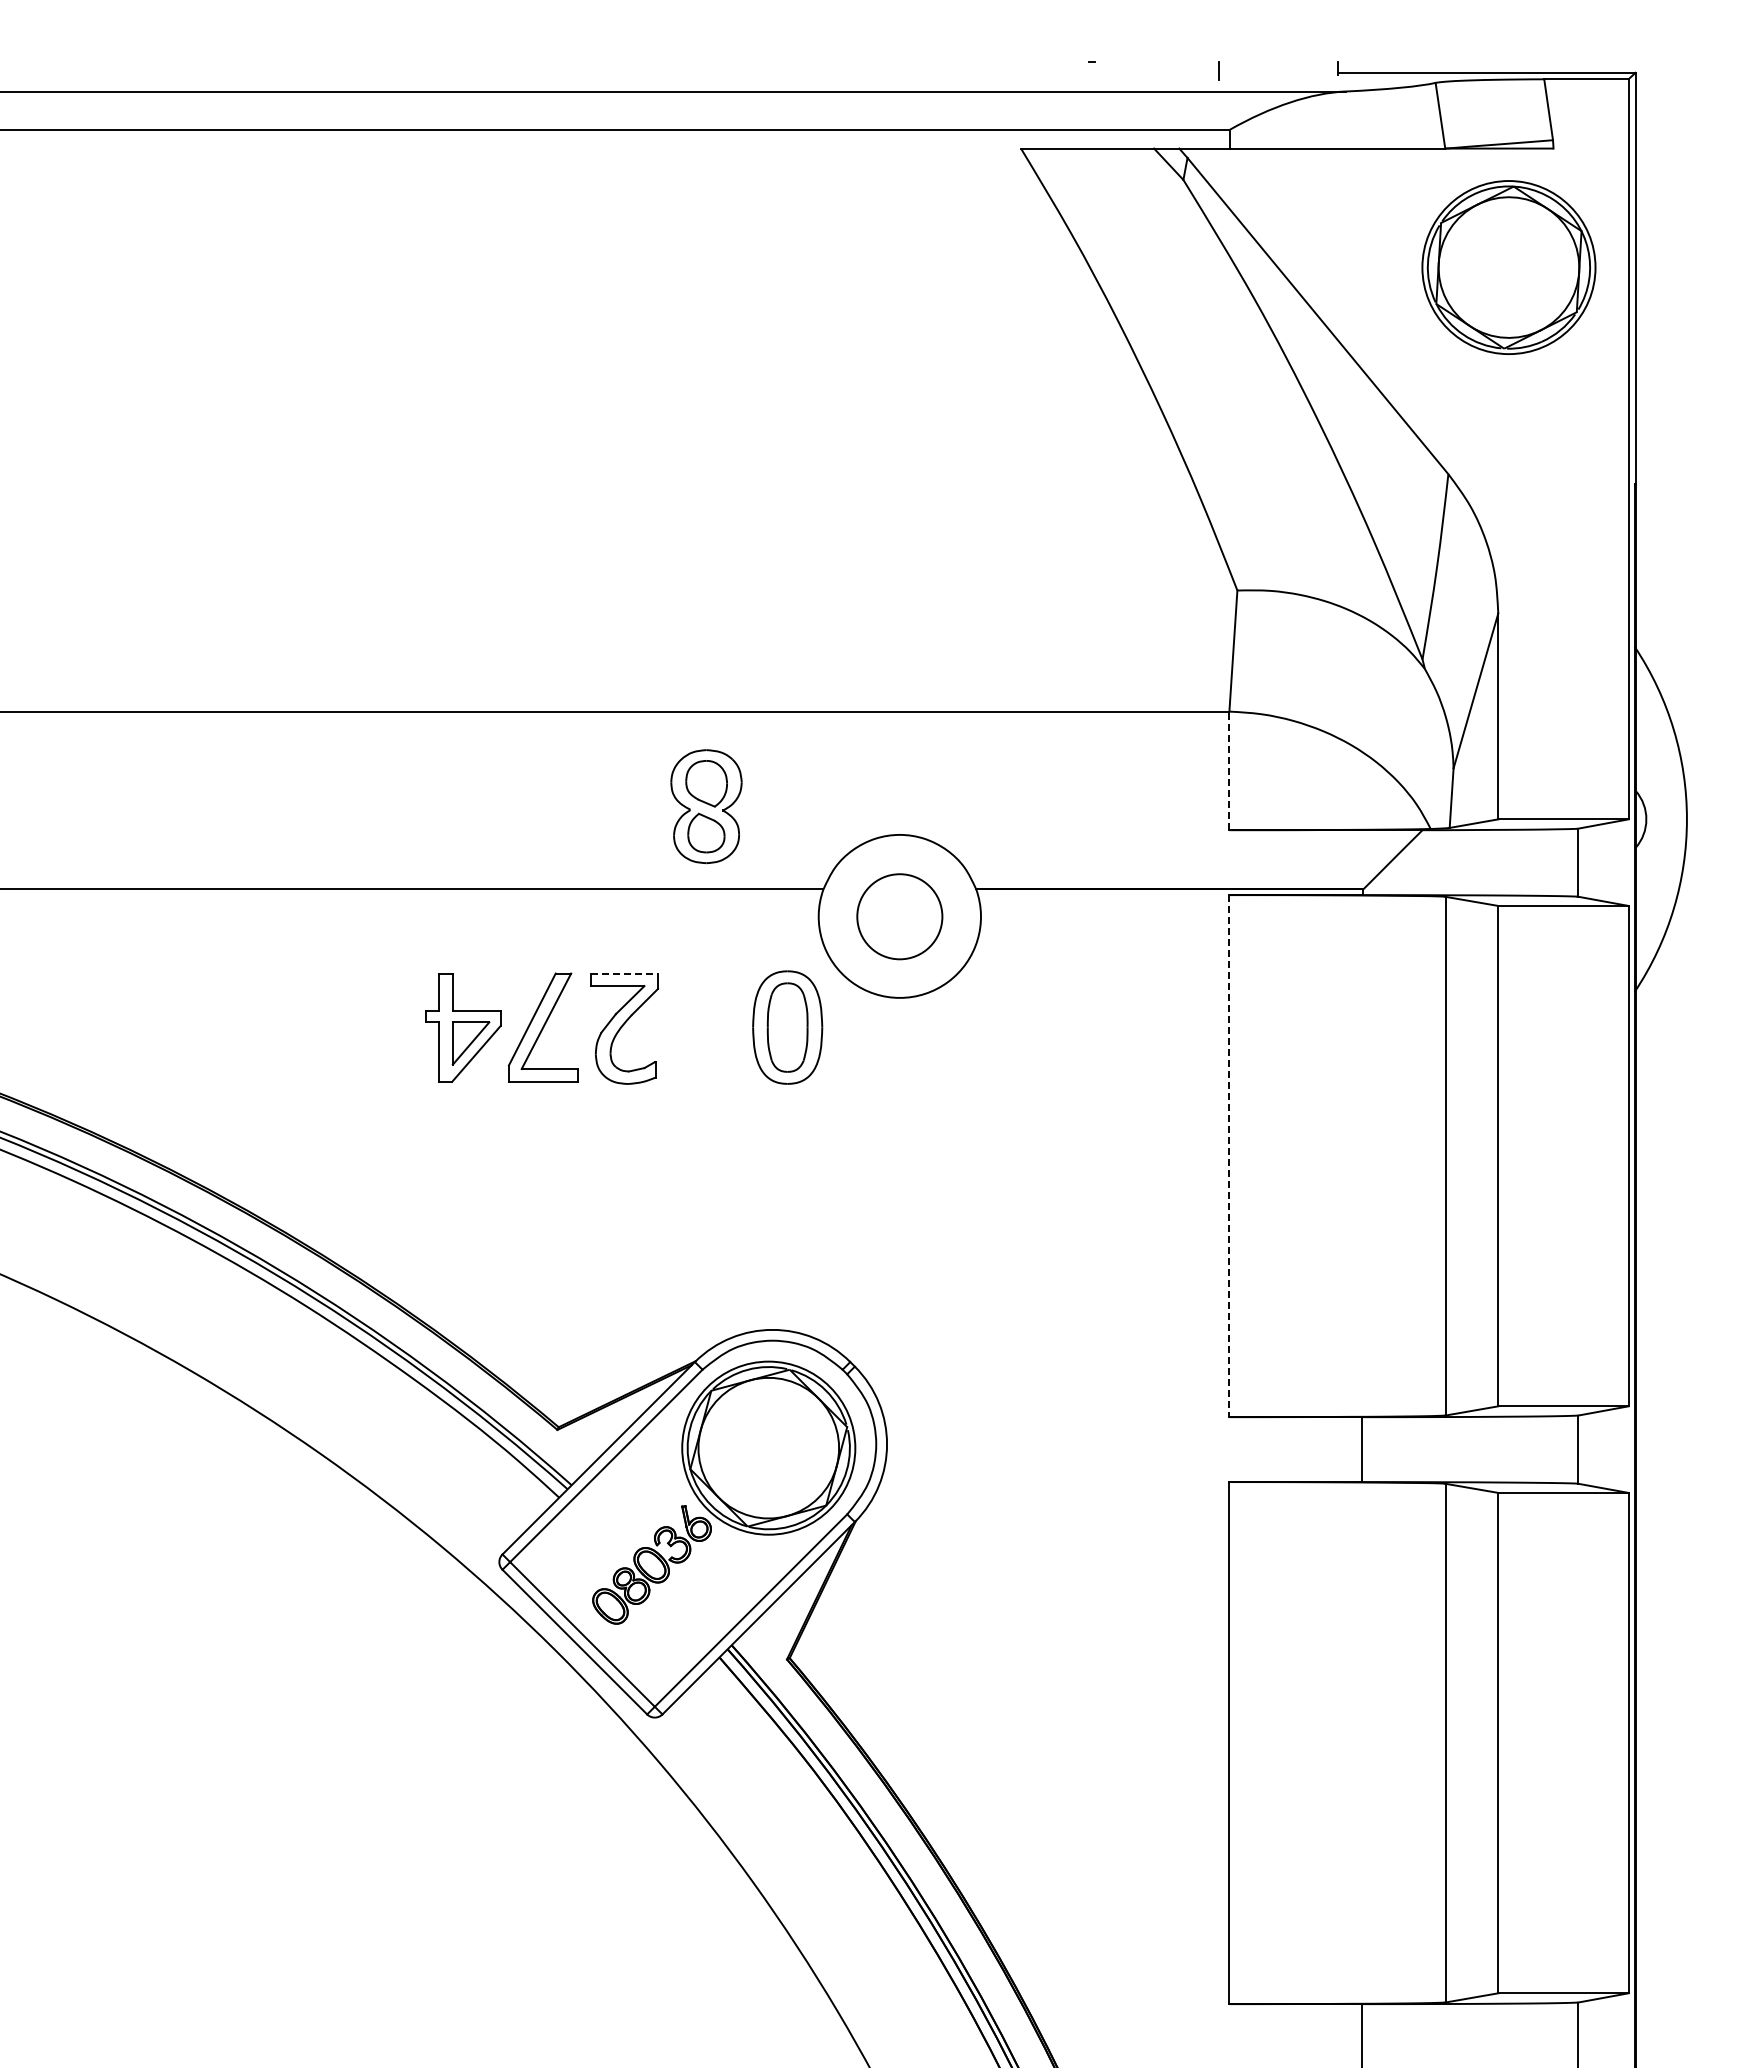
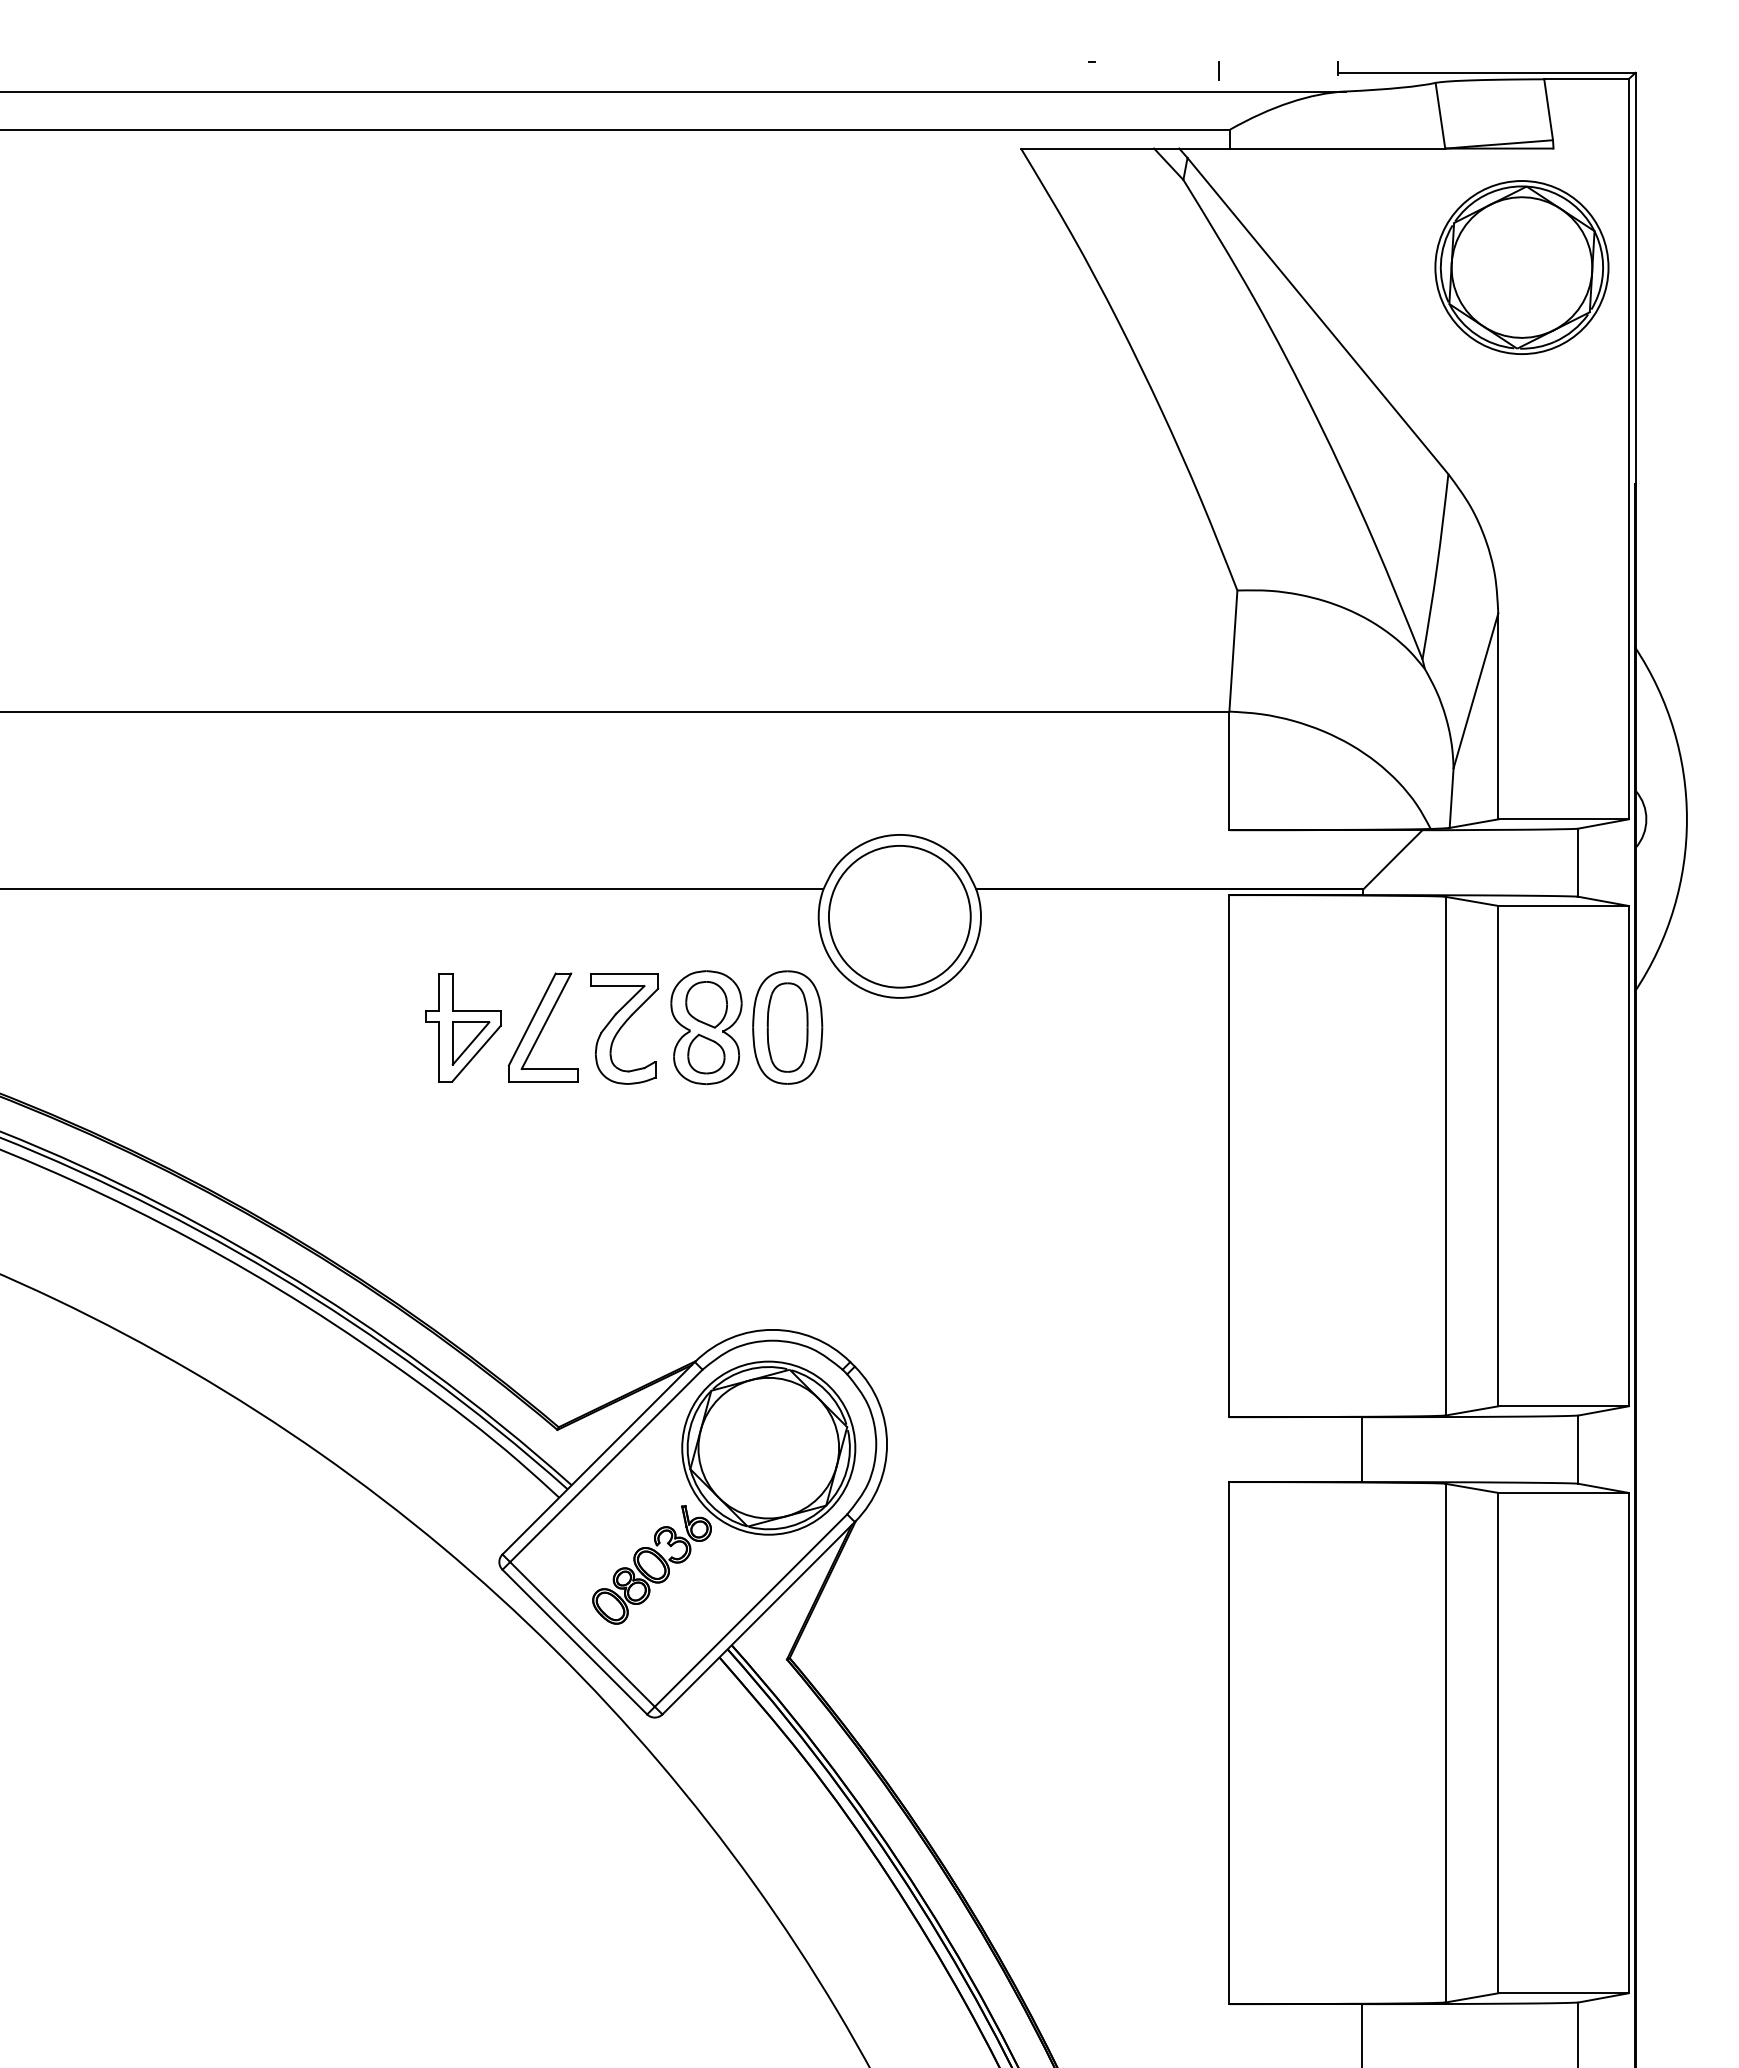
part at (1508, 267) position: (1508, 267) -> (1521, 267)
line at (1229, 770): dashed -> solid
part at (706, 806) position: (706, 806) -> (706, 1027)
circle at (899, 916) diameter: 85 px -> 142 px
line at (625, 973): dashed -> solid
line at (1229, 1156): dashed -> solid
